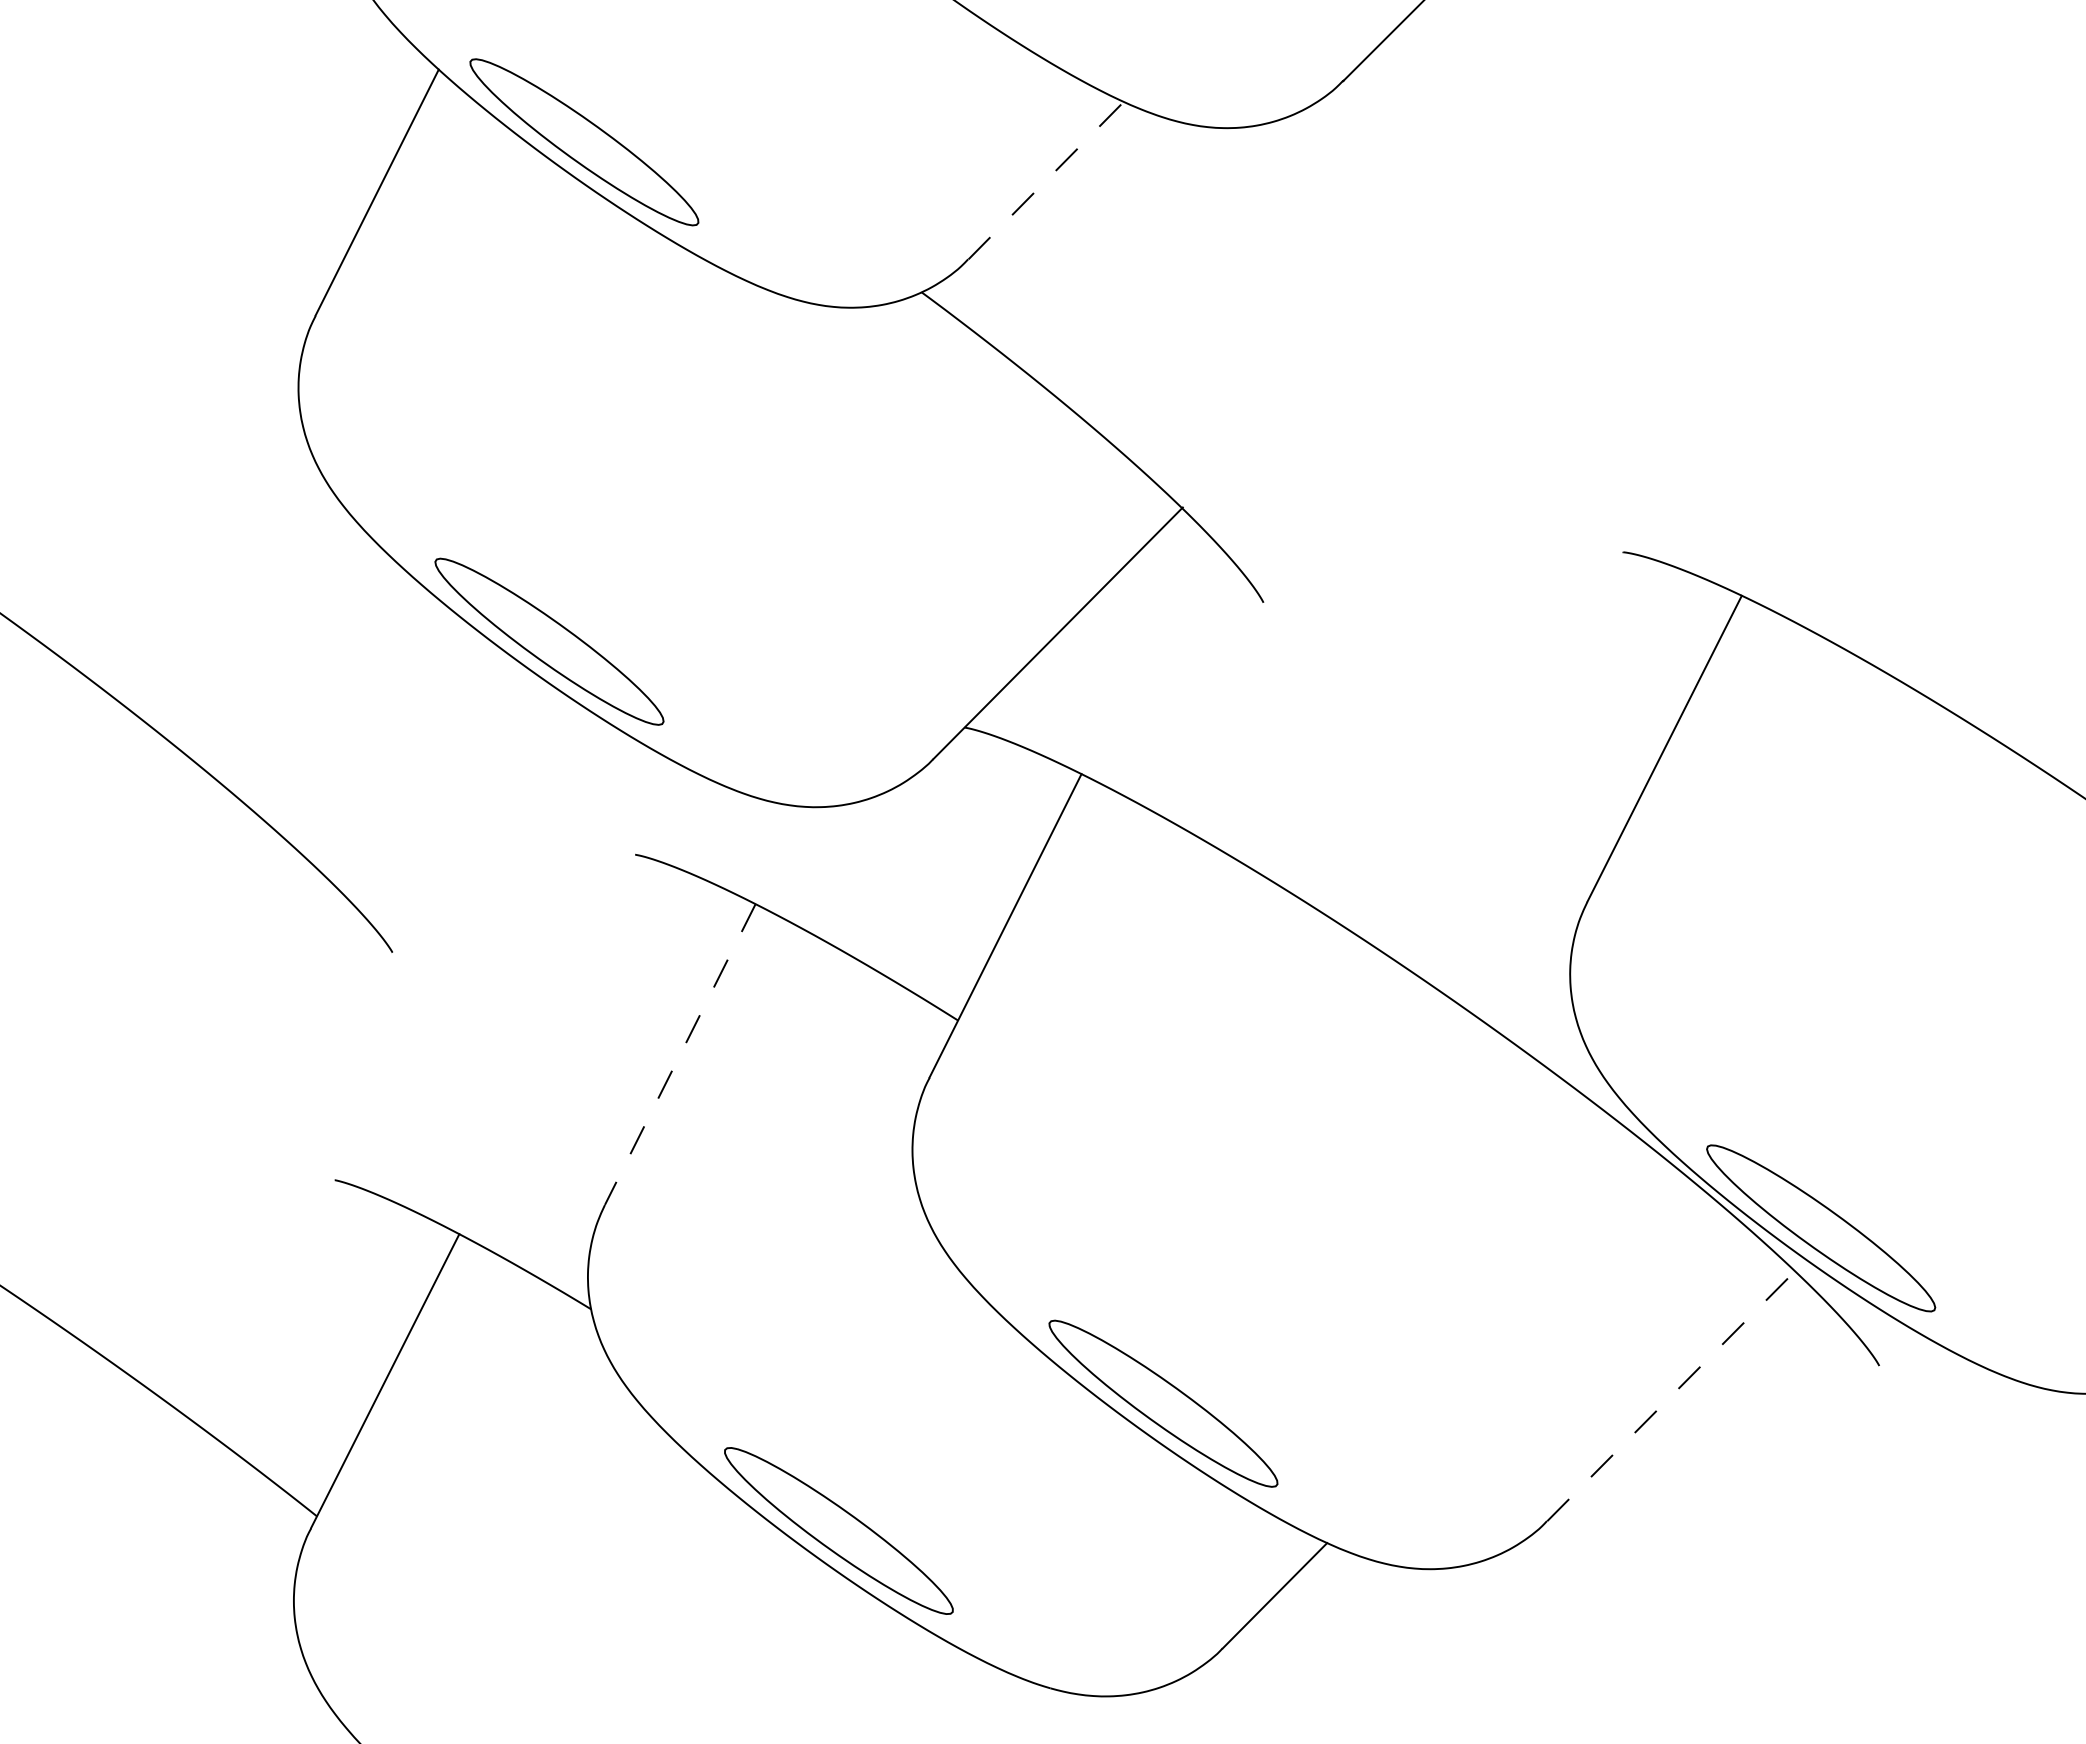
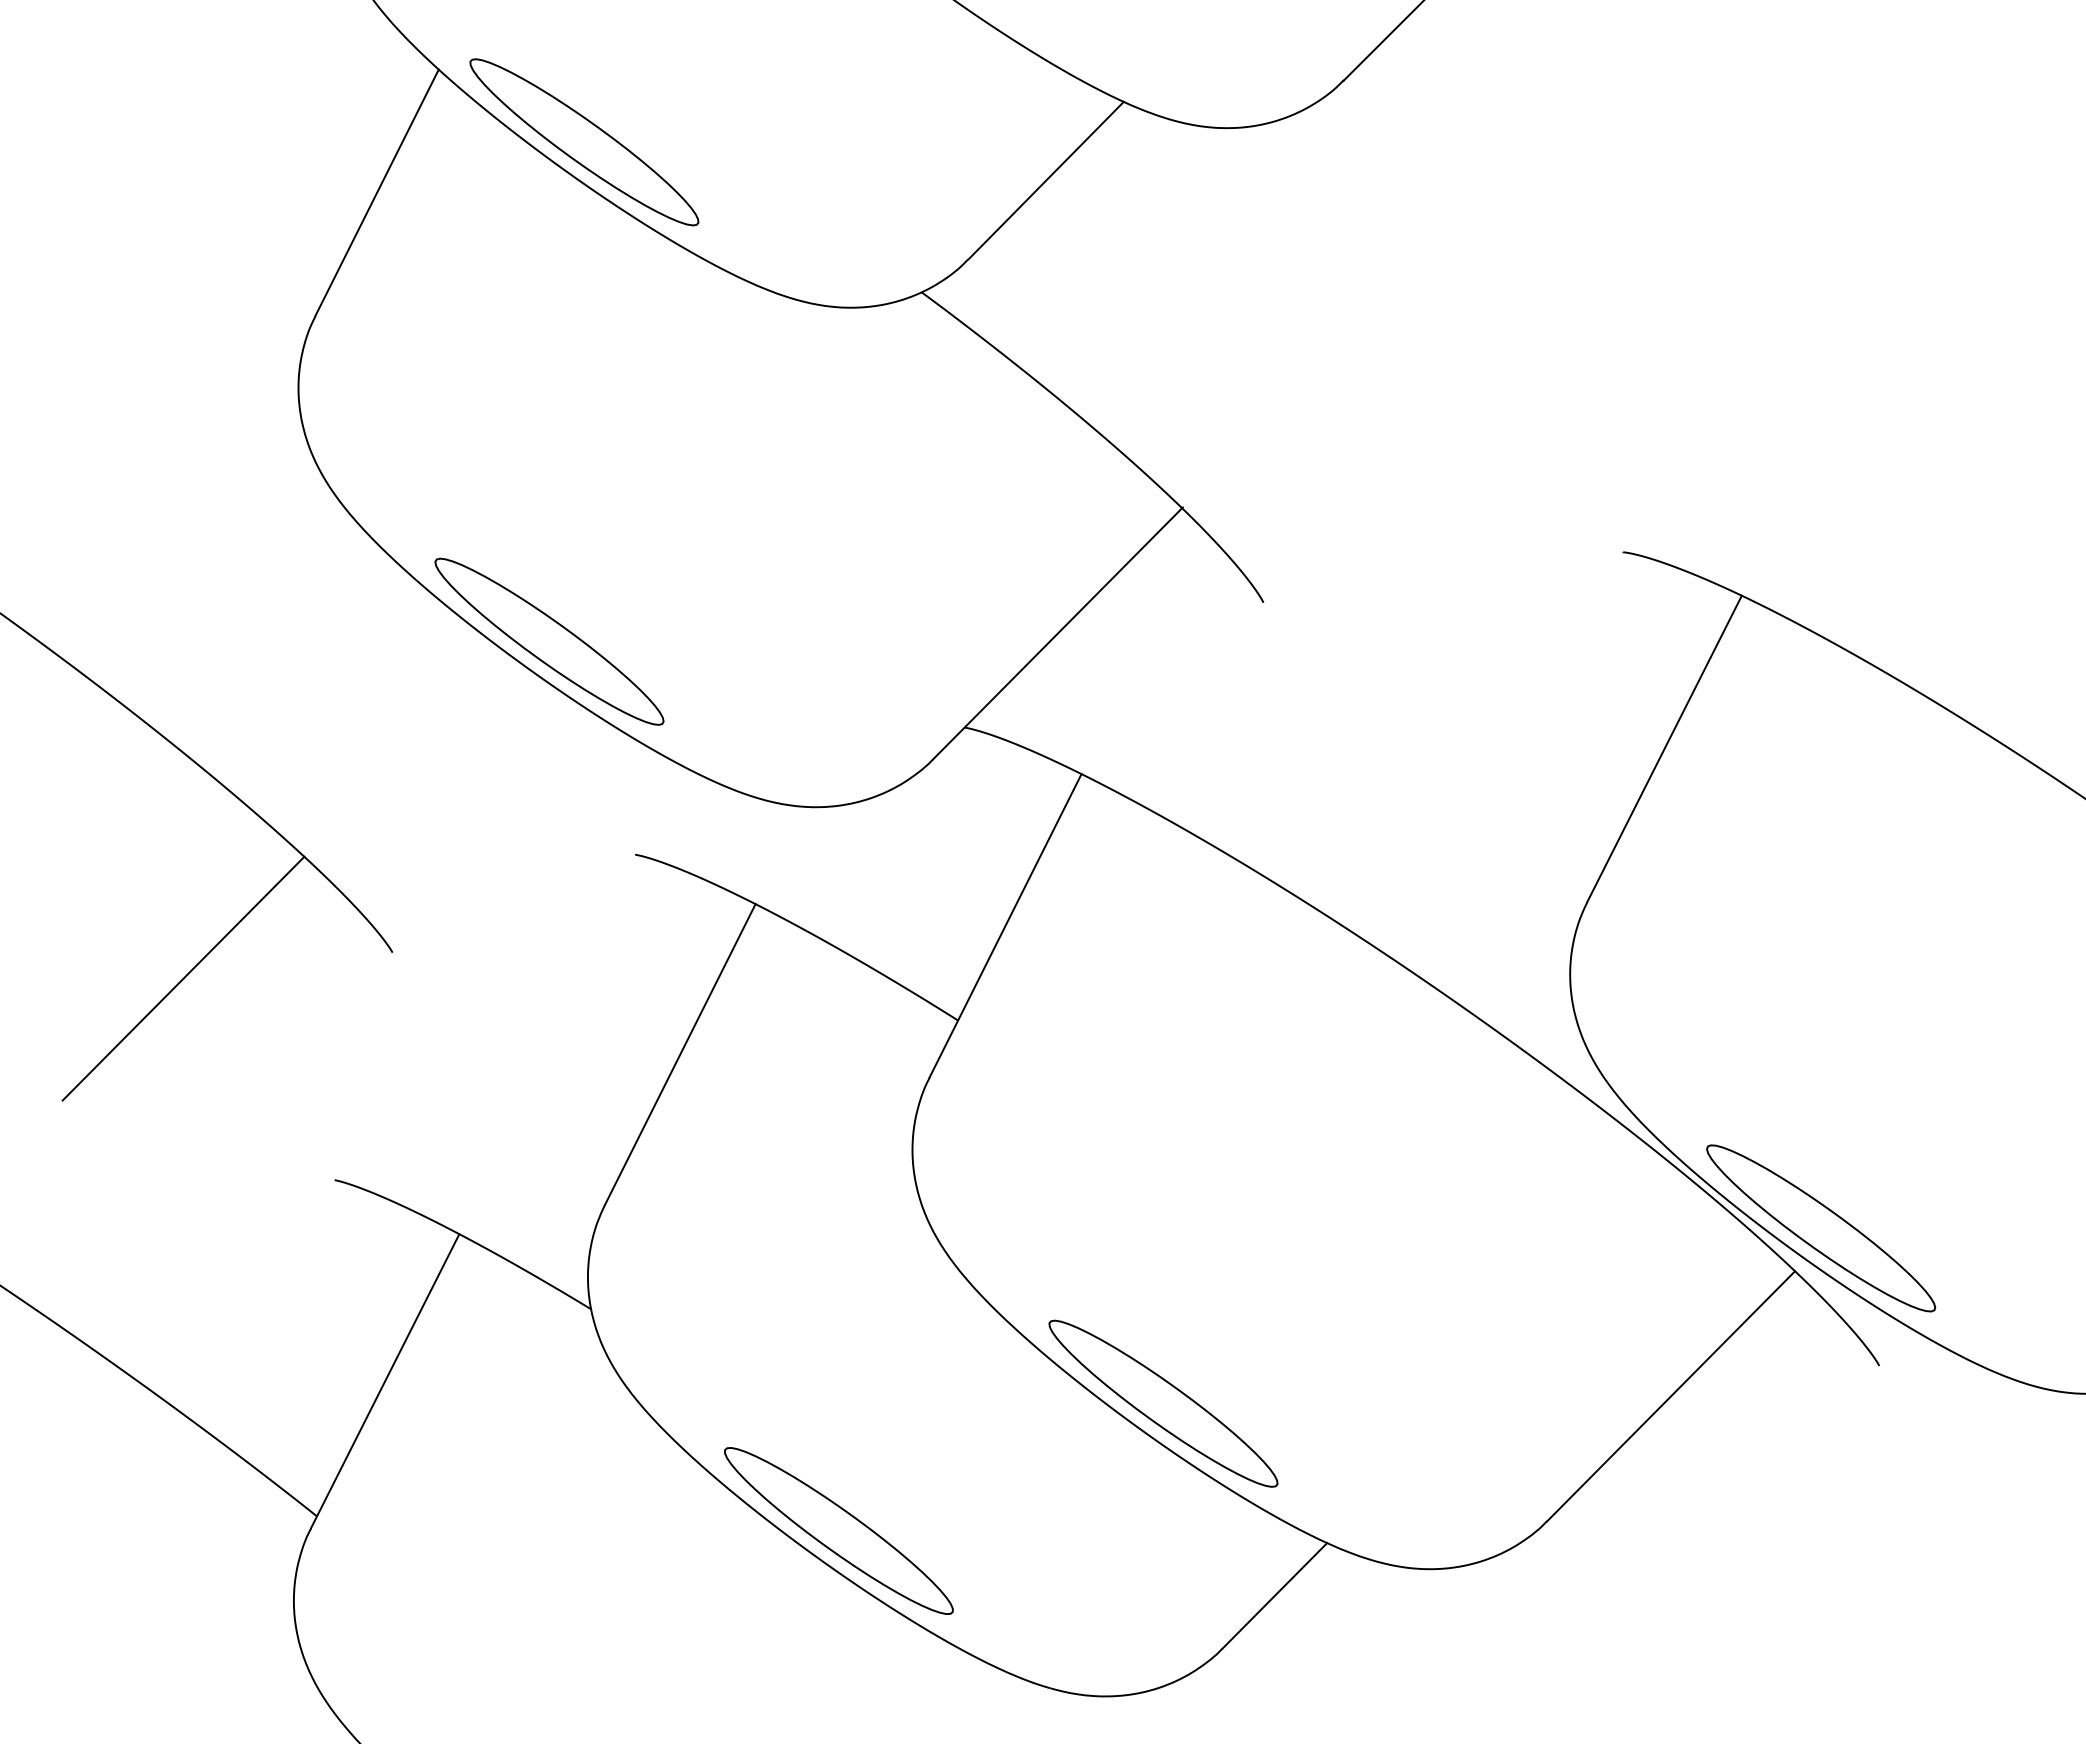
line at (1046, 180): dashed -> solid
line at (183, 978): none -> present
line at (680, 1054): dashed -> solid
line at (1671, 1396): dashed -> solid
